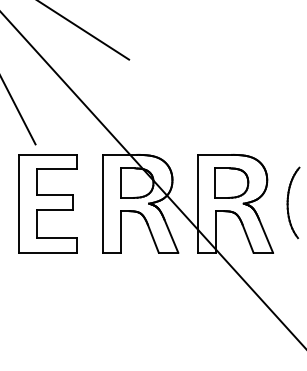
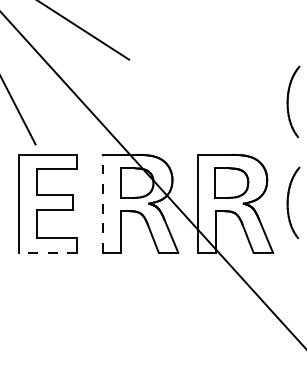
part at (293, 101): none -> present
line at (103, 203): solid -> dashed
line at (48, 252): solid -> dashed
